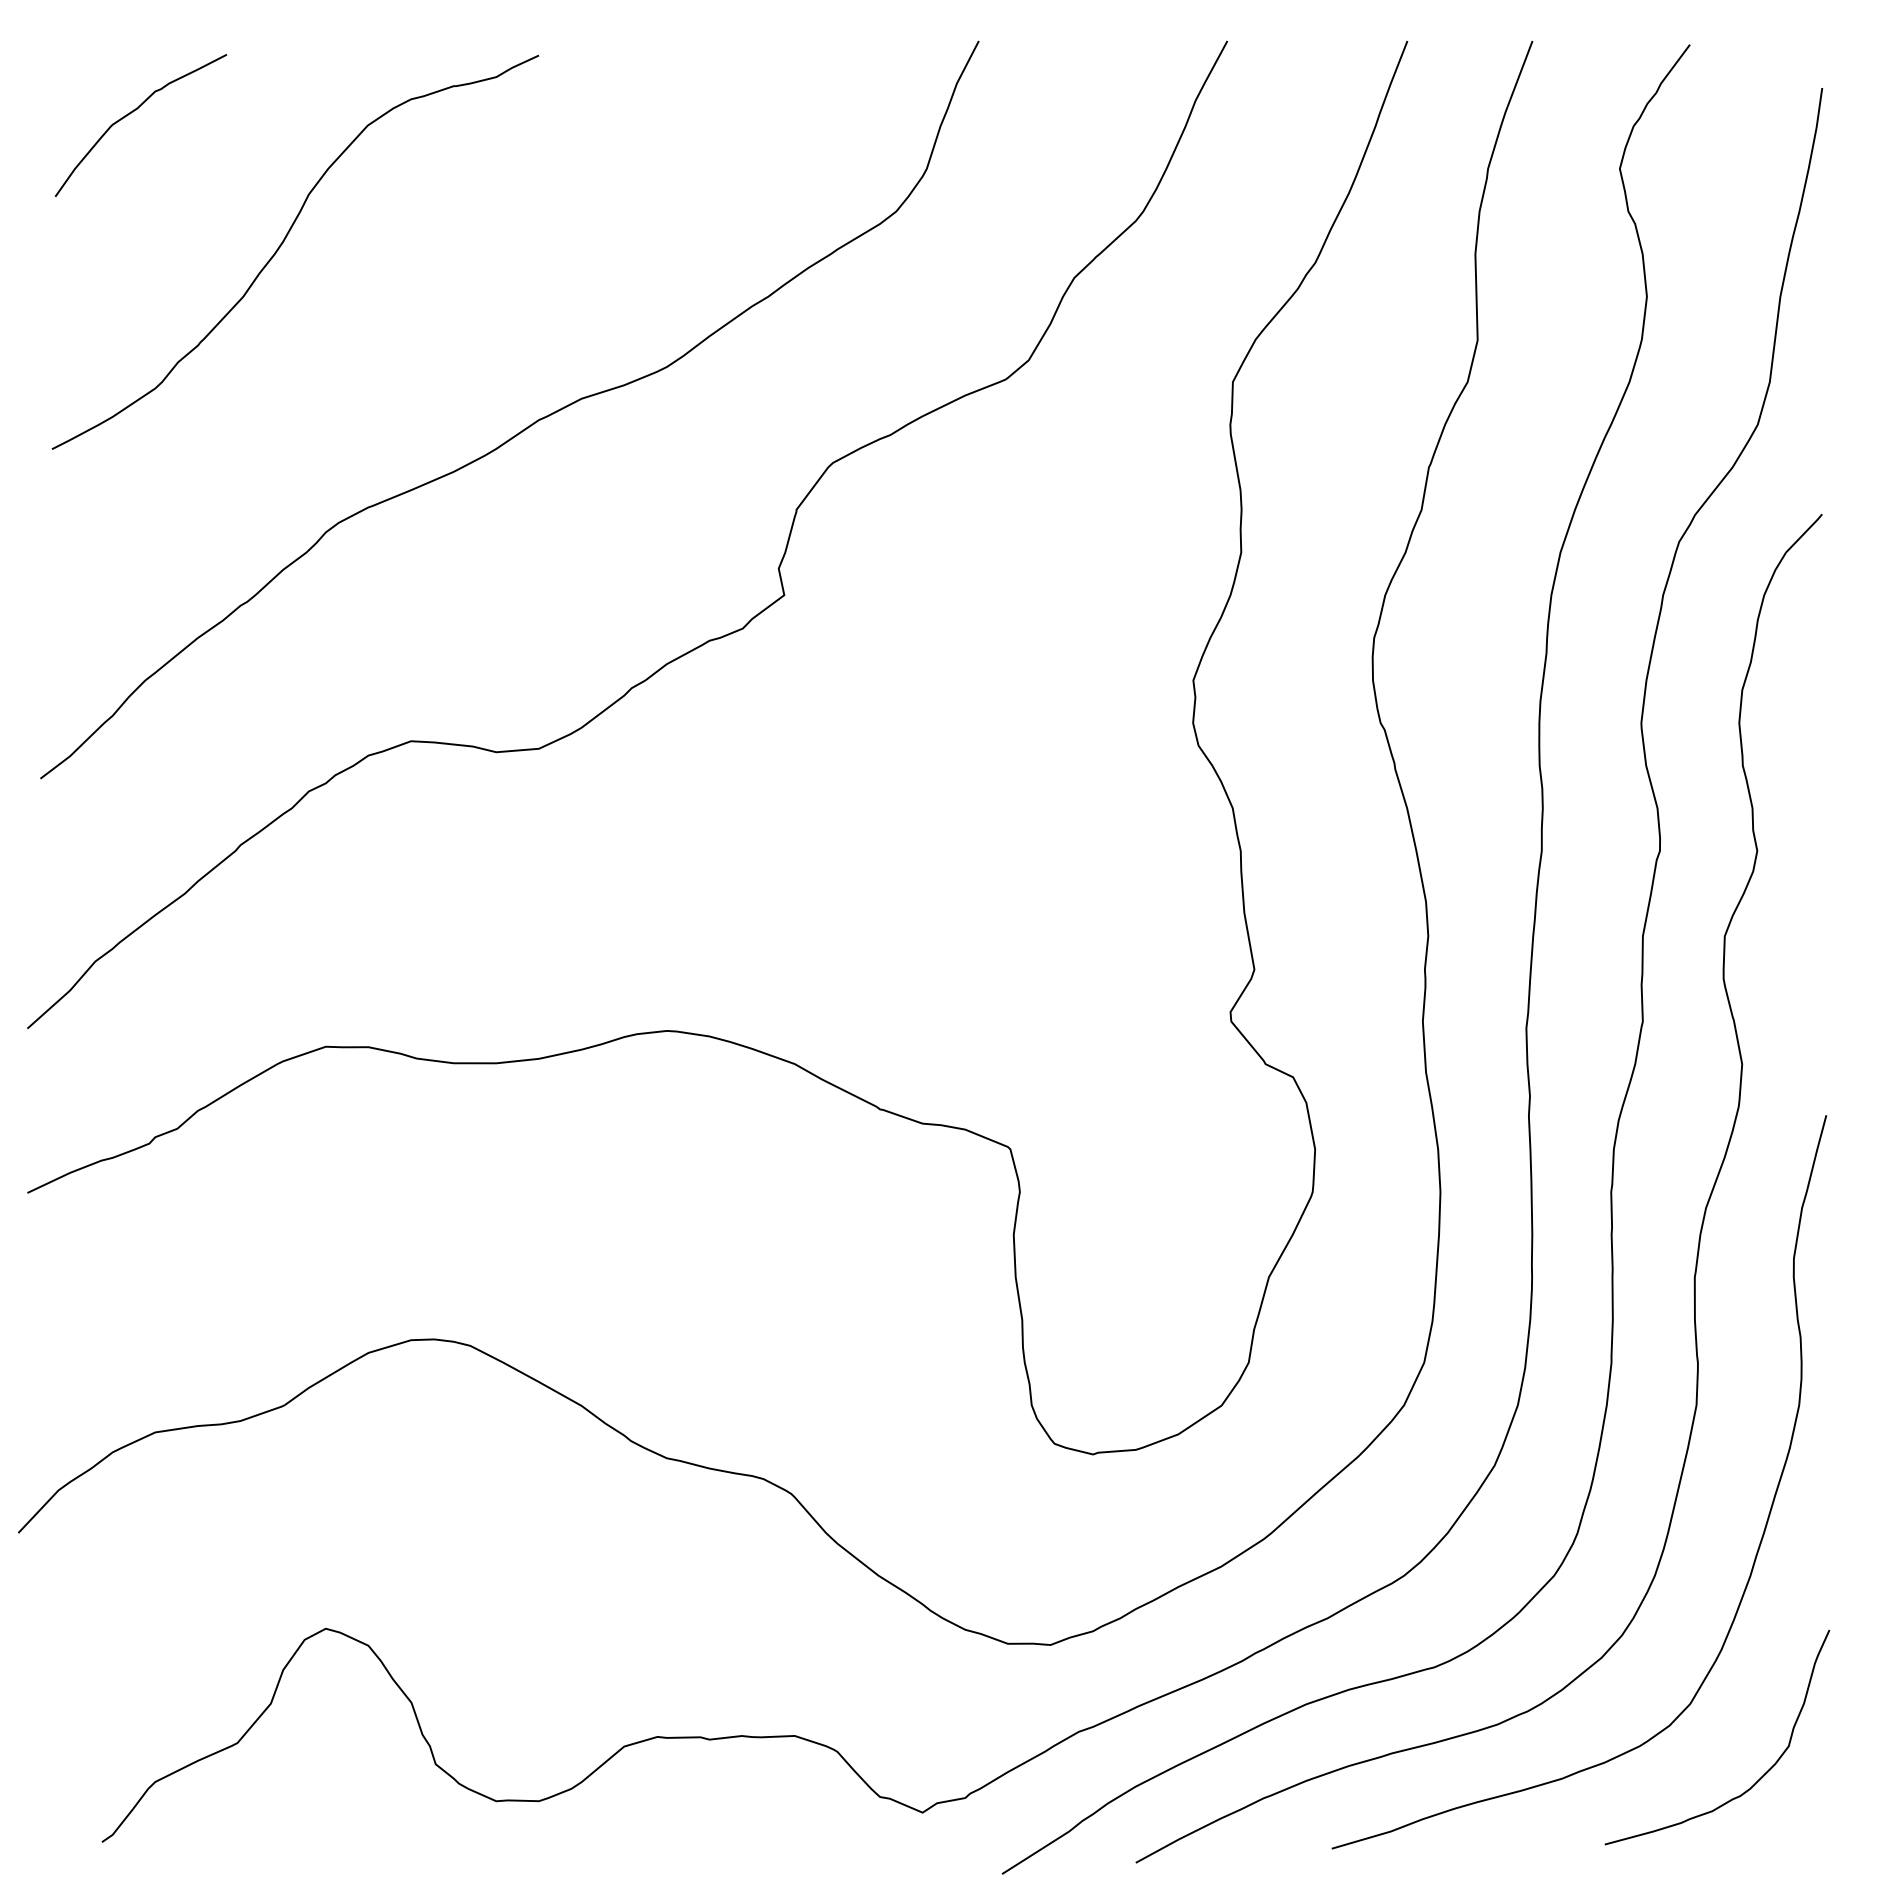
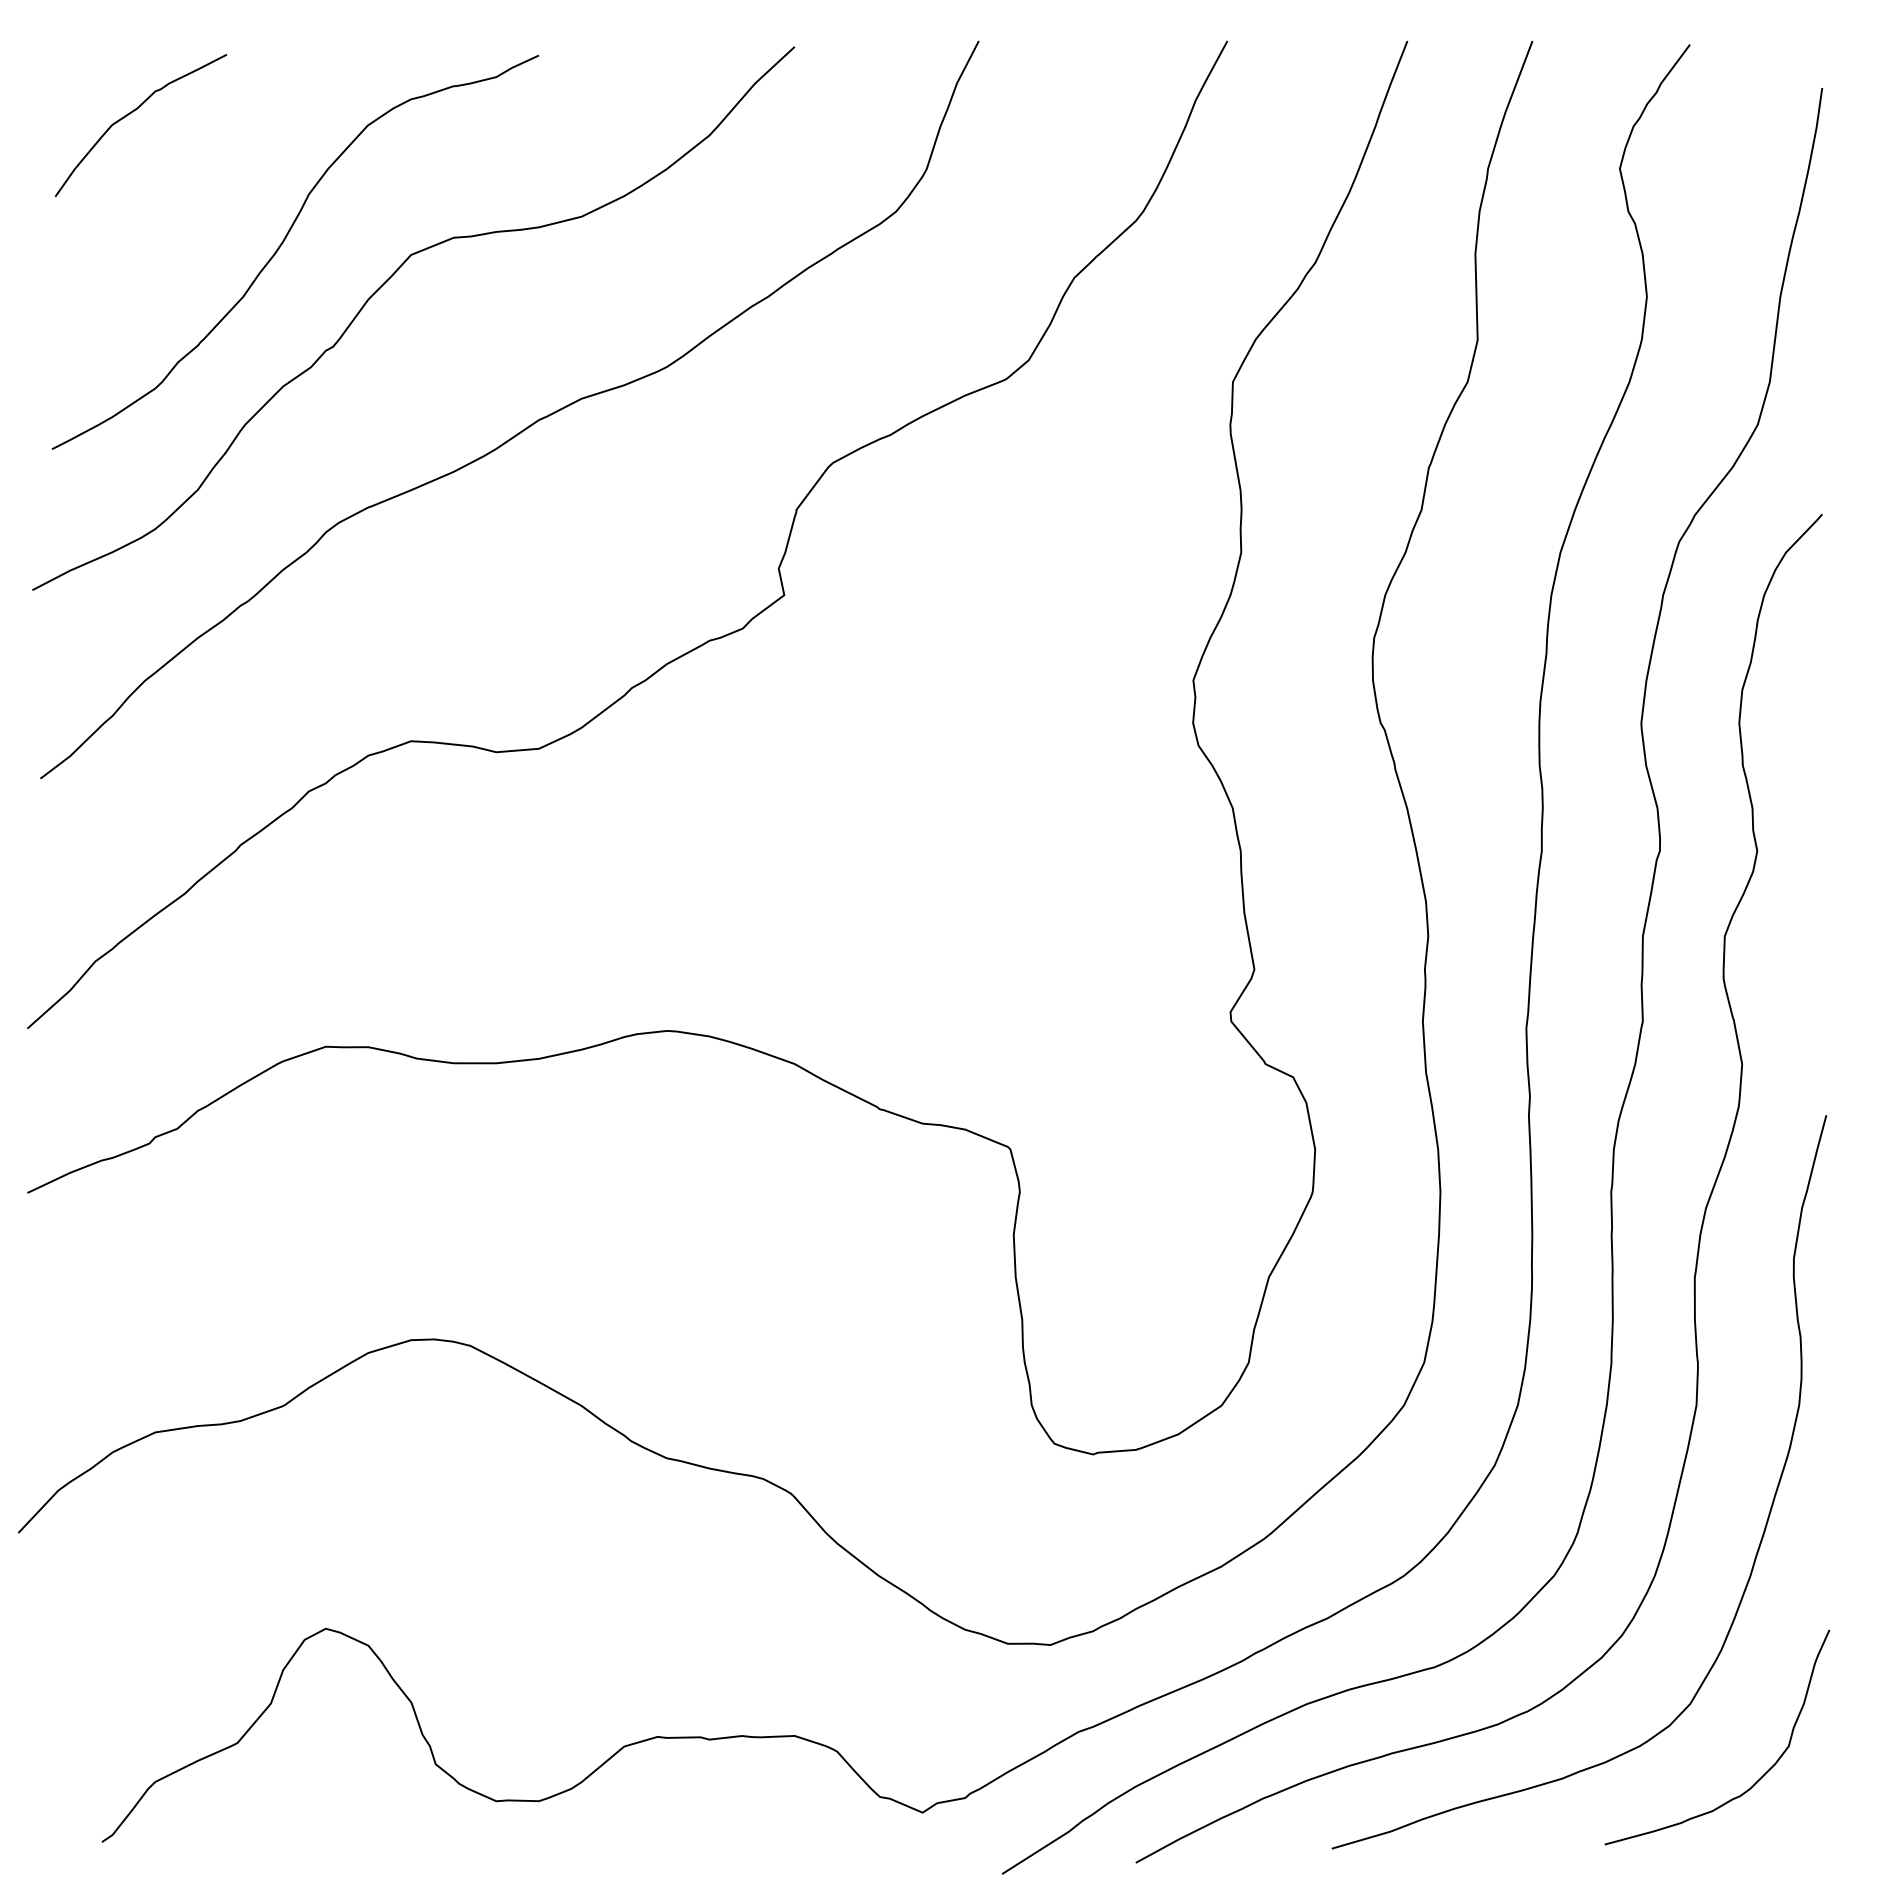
curve at (382, 286): none -> present
